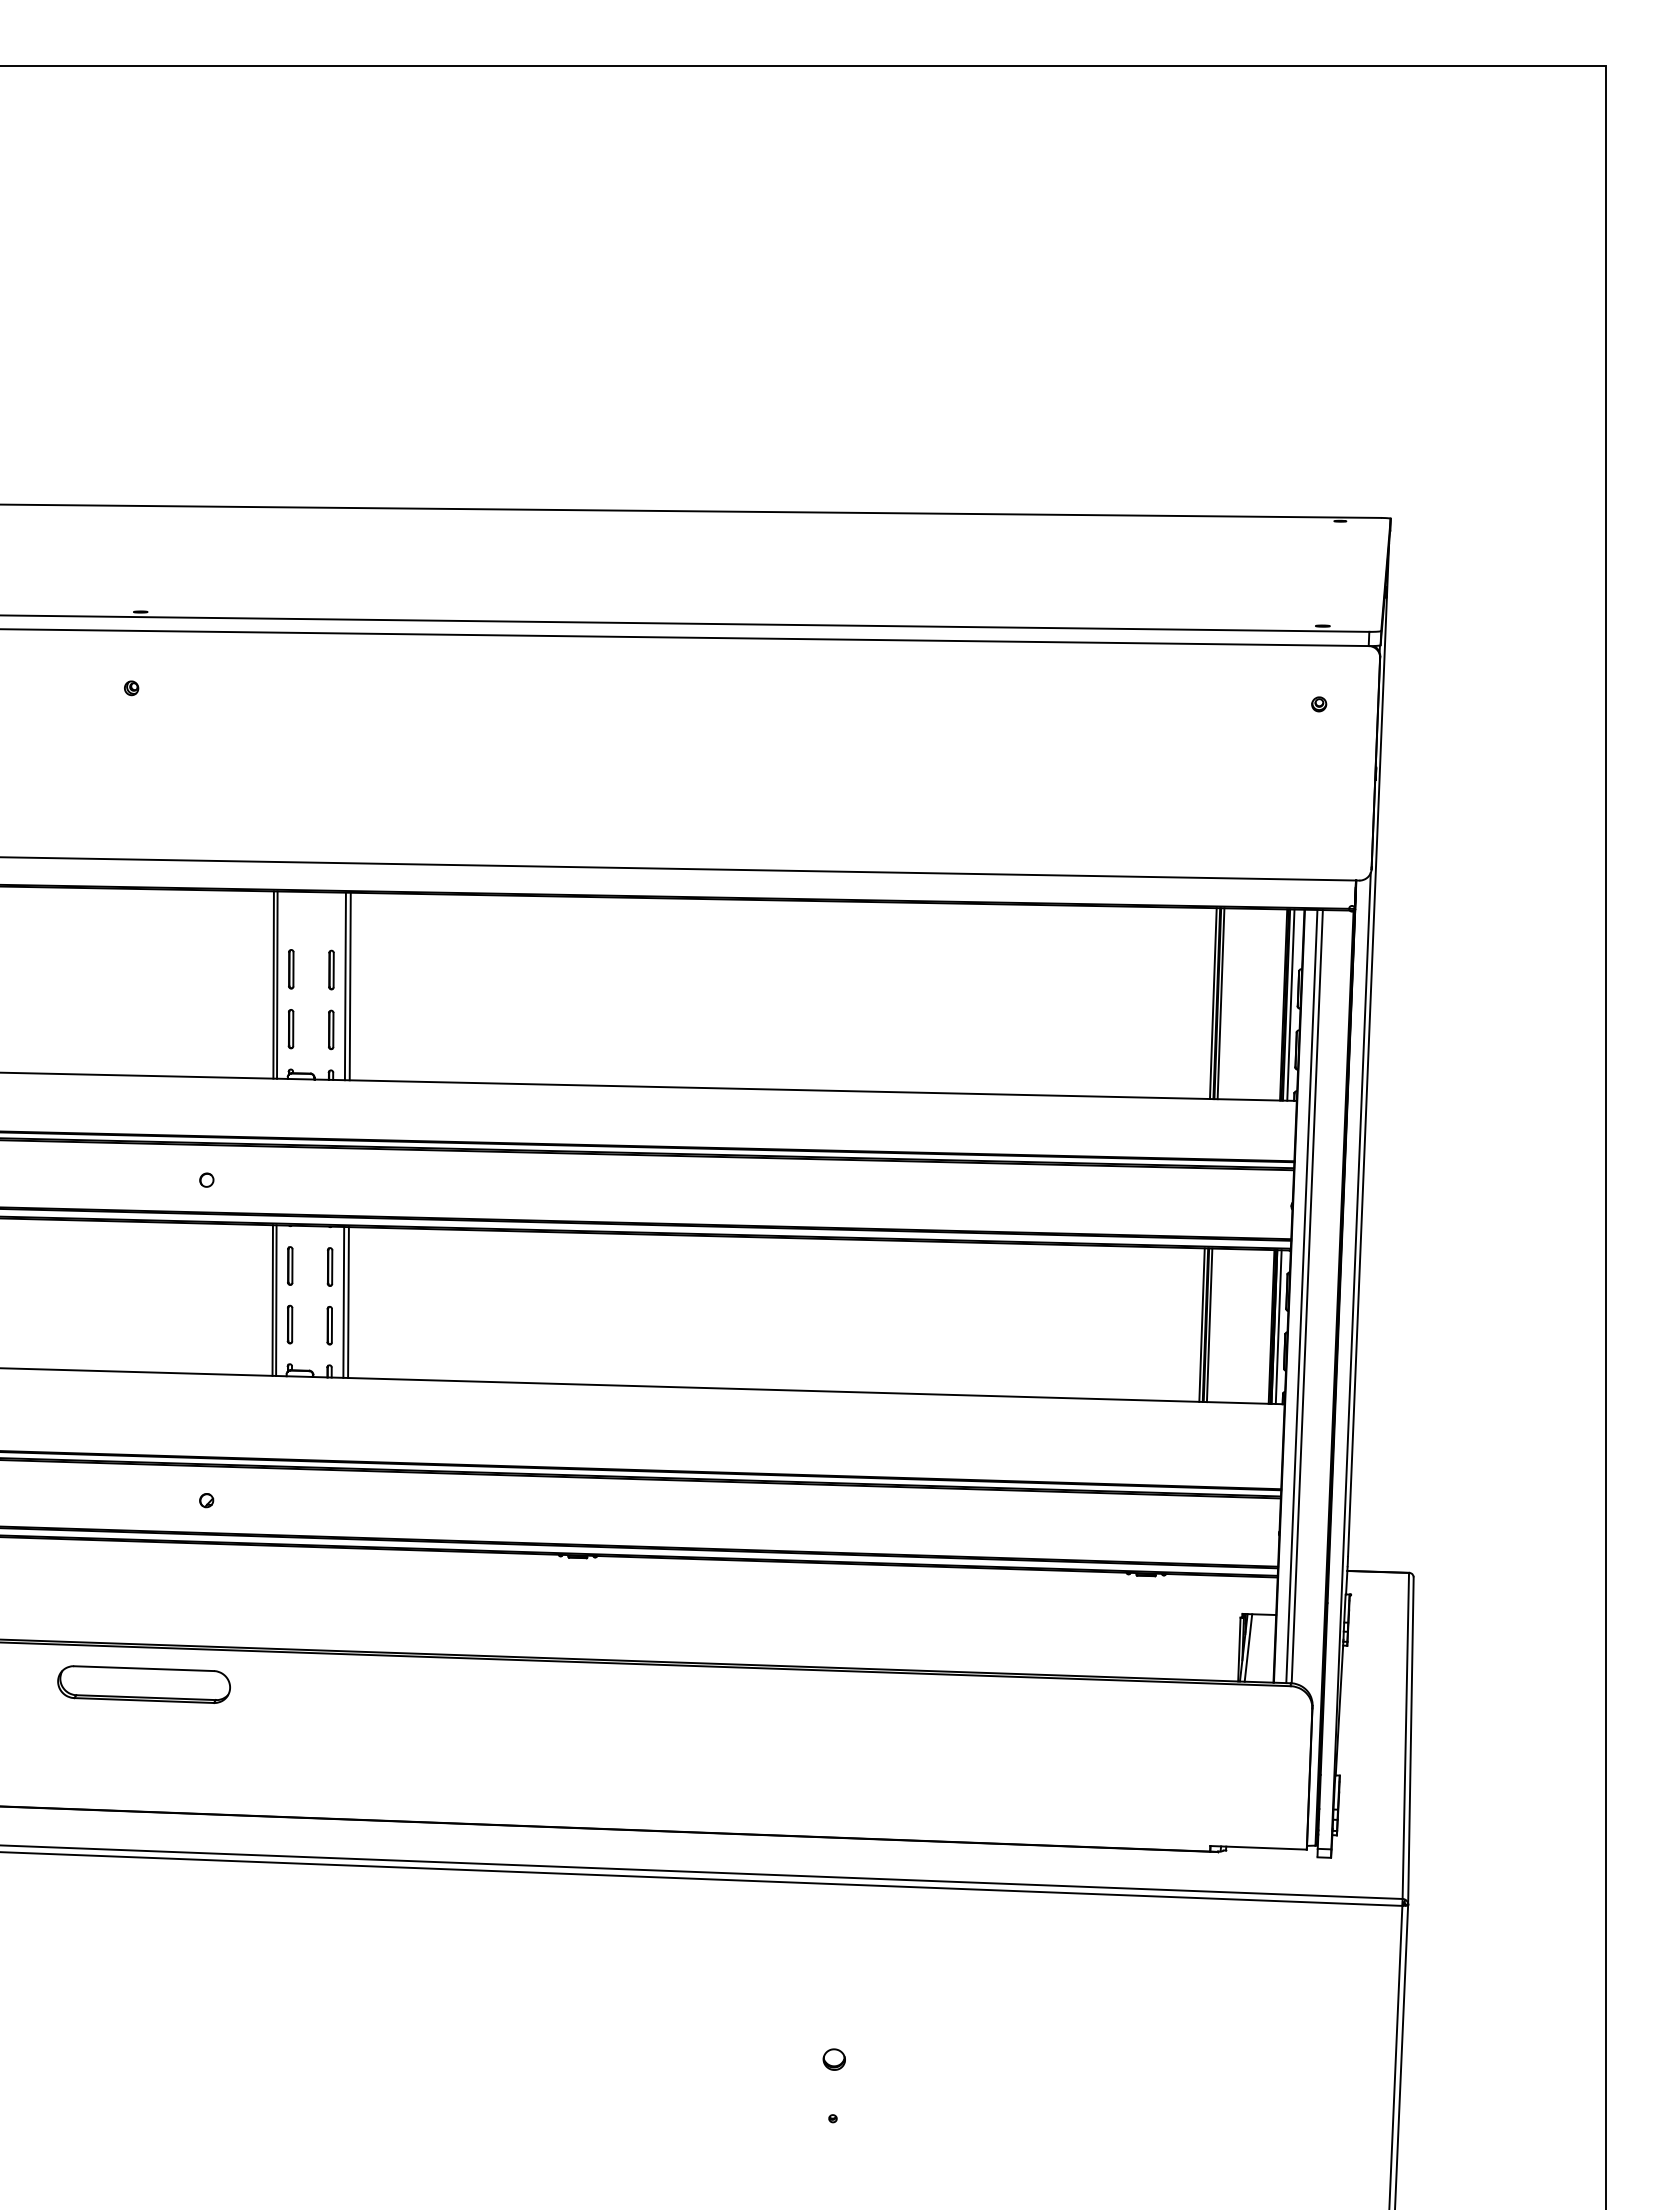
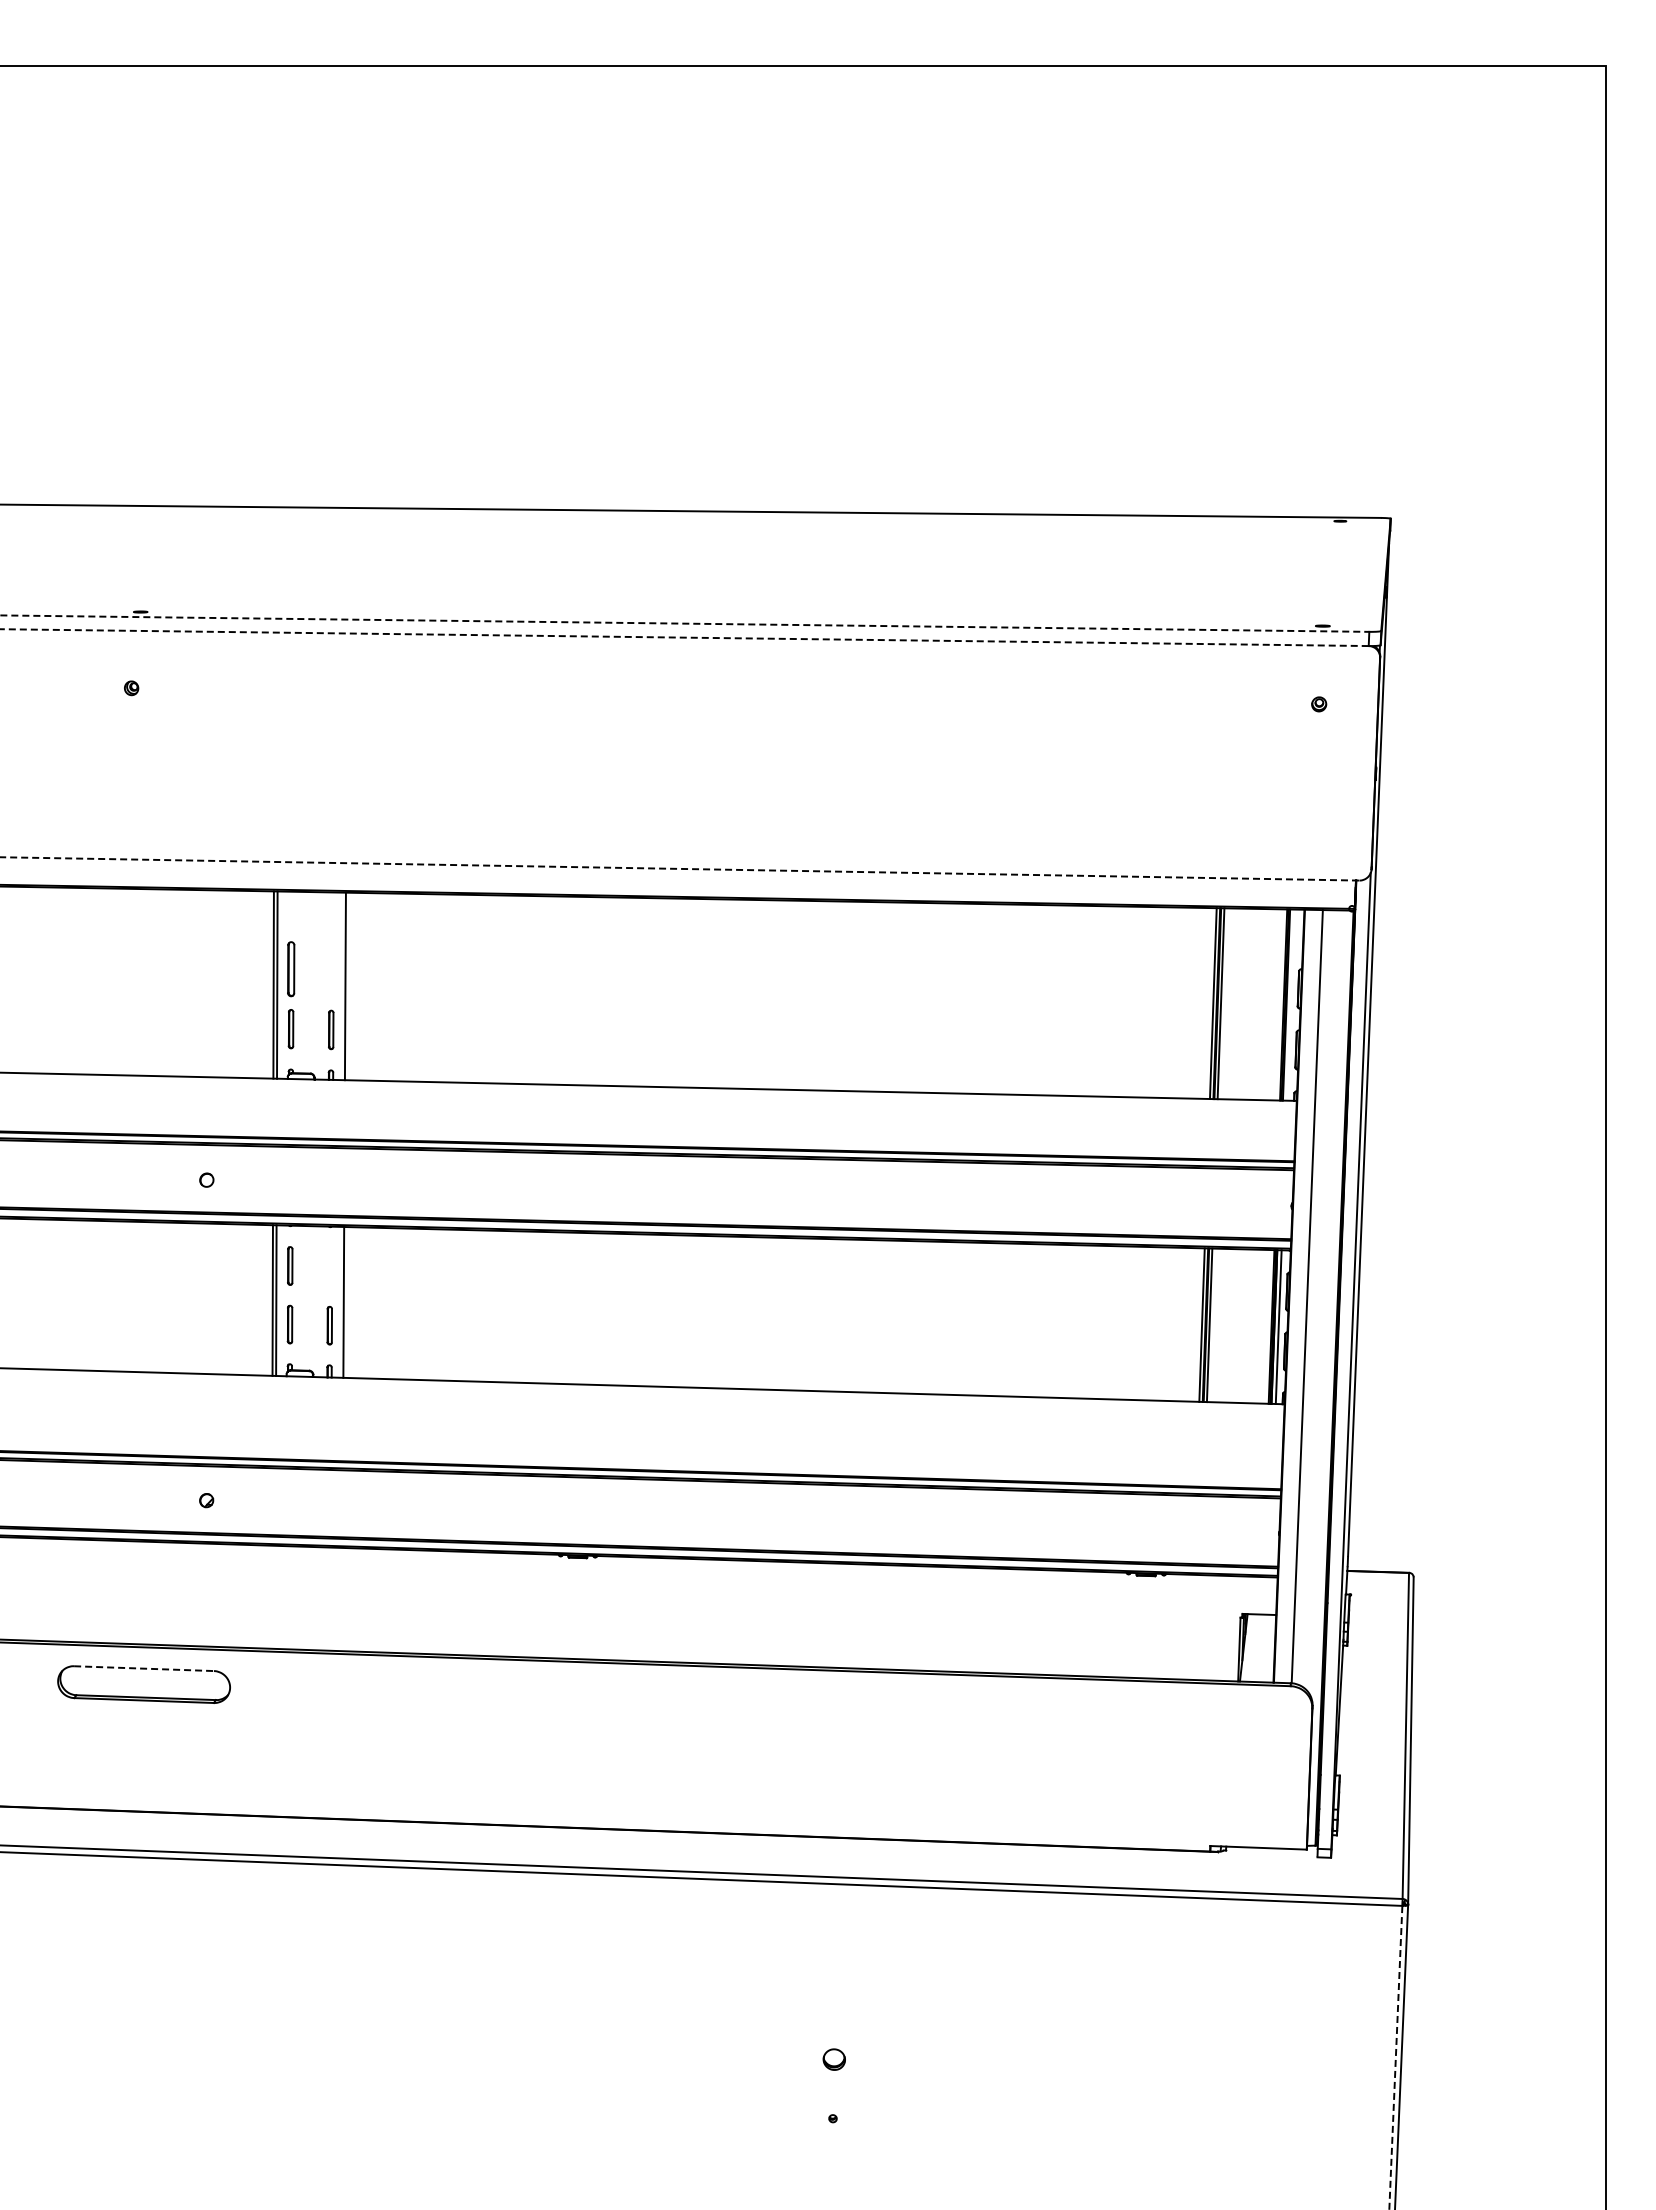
line at (685, 623): solid -> dashed
line at (684, 637): solid -> dashed
line at (680, 868): solid -> dashed
part at (291, 969) size: 7x41 px -> 9x57 px
part at (331, 969): present -> none
line at (349, 986): present -> none
line at (1290, 1004): present -> none
part at (329, 1266): present -> none
line at (1301, 1296): present -> none
line at (348, 1302): present -> none
line at (1248, 1647): present -> none
line at (144, 1668): solid -> dashed
line at (1395, 2057): solid -> dashed
